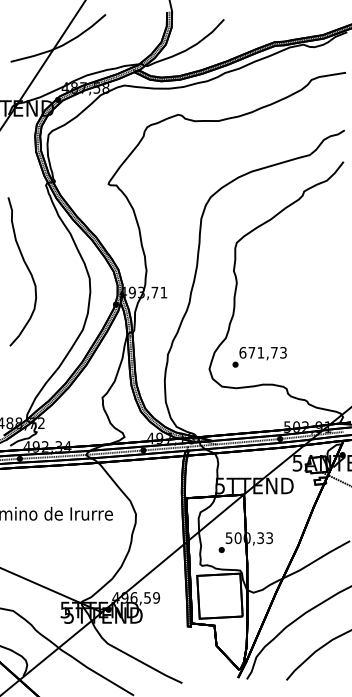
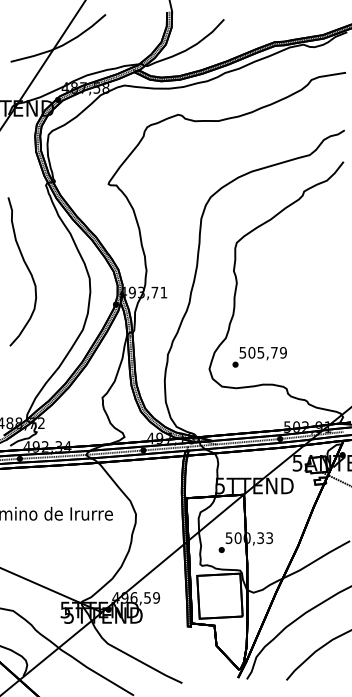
text at (262, 352): 671,73 -> 505,79
